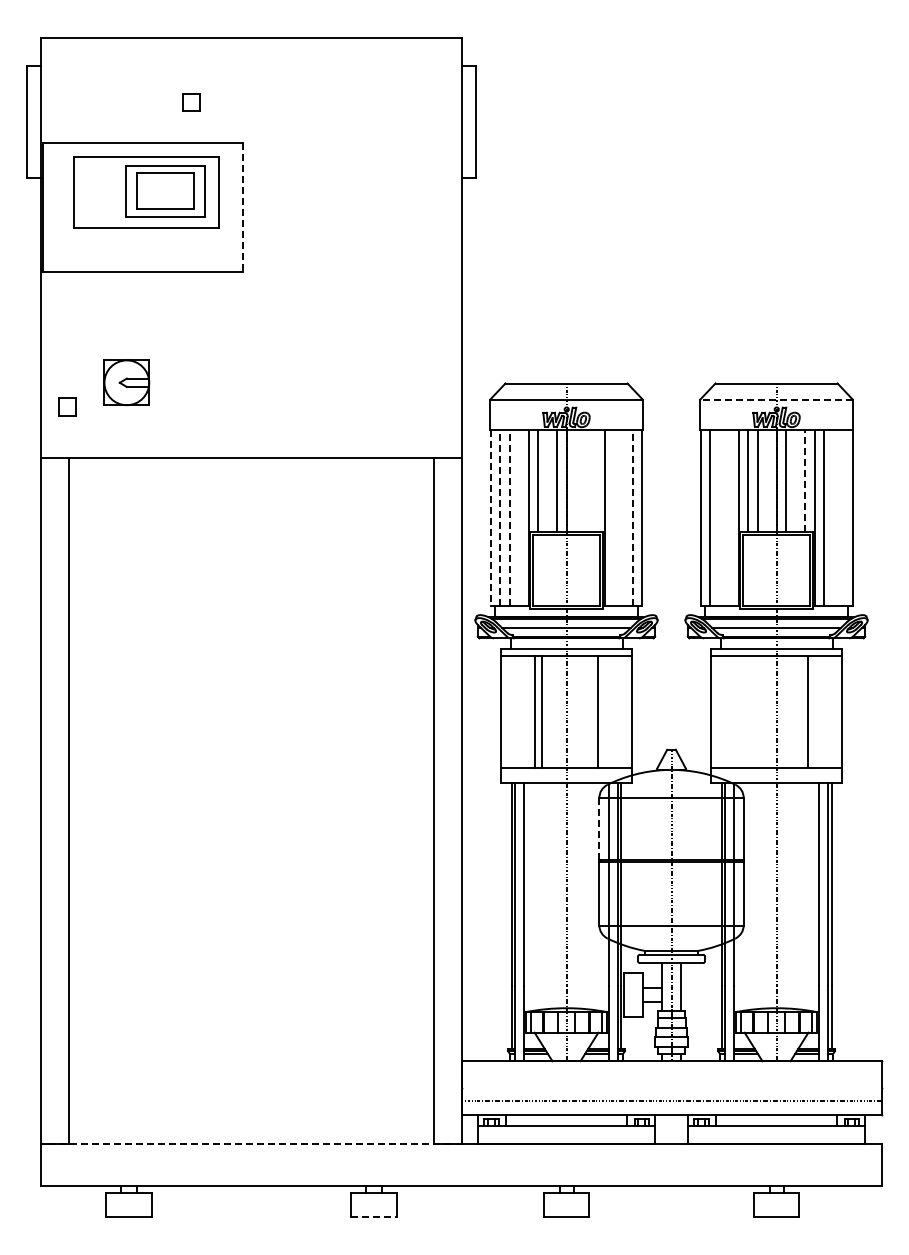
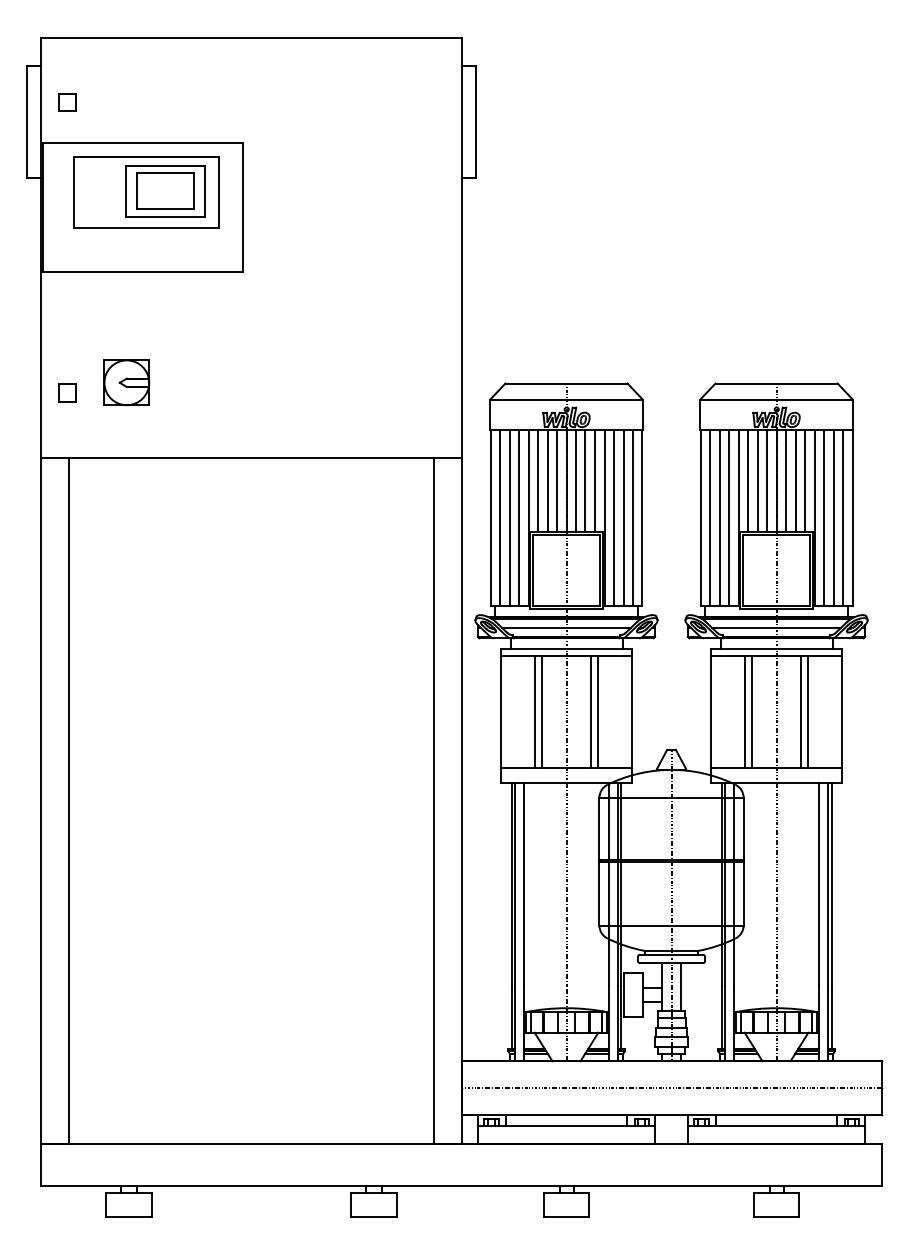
part at (191, 102) position: (191, 102) -> (67, 102)
line at (243, 207): dashed -> solid
line at (776, 399): dashed -> solid
part at (67, 406) position: (67, 406) -> (67, 392)
line at (547, 481): none -> present
line at (576, 481): none -> present
line at (585, 481): none -> present
line at (595, 481): none -> present
line at (767, 481): none -> present
line at (795, 481): none -> present
line at (805, 481): dashed -> solid
line at (490, 517): dashed -> solid
line at (500, 517): dashed -> solid
line at (509, 517): dashed -> solid
line at (519, 517): none -> present
line at (613, 517): none -> present
line at (623, 517): none -> present
line at (633, 517): dashed -> solid
line at (719, 517): none -> present
line at (729, 517): none -> present
line at (833, 517): none -> present
line at (843, 517): none -> present
line at (591, 712): none -> present
line at (745, 712): none -> present
line at (752, 712): none -> present
line at (801, 712): none -> present
line at (599, 828): dashed -> solid
line at (671, 1100) position: (671, 1100) -> (671, 1087)
line at (250, 1143): dashed -> solid
line at (373, 1217): dashed -> solid
